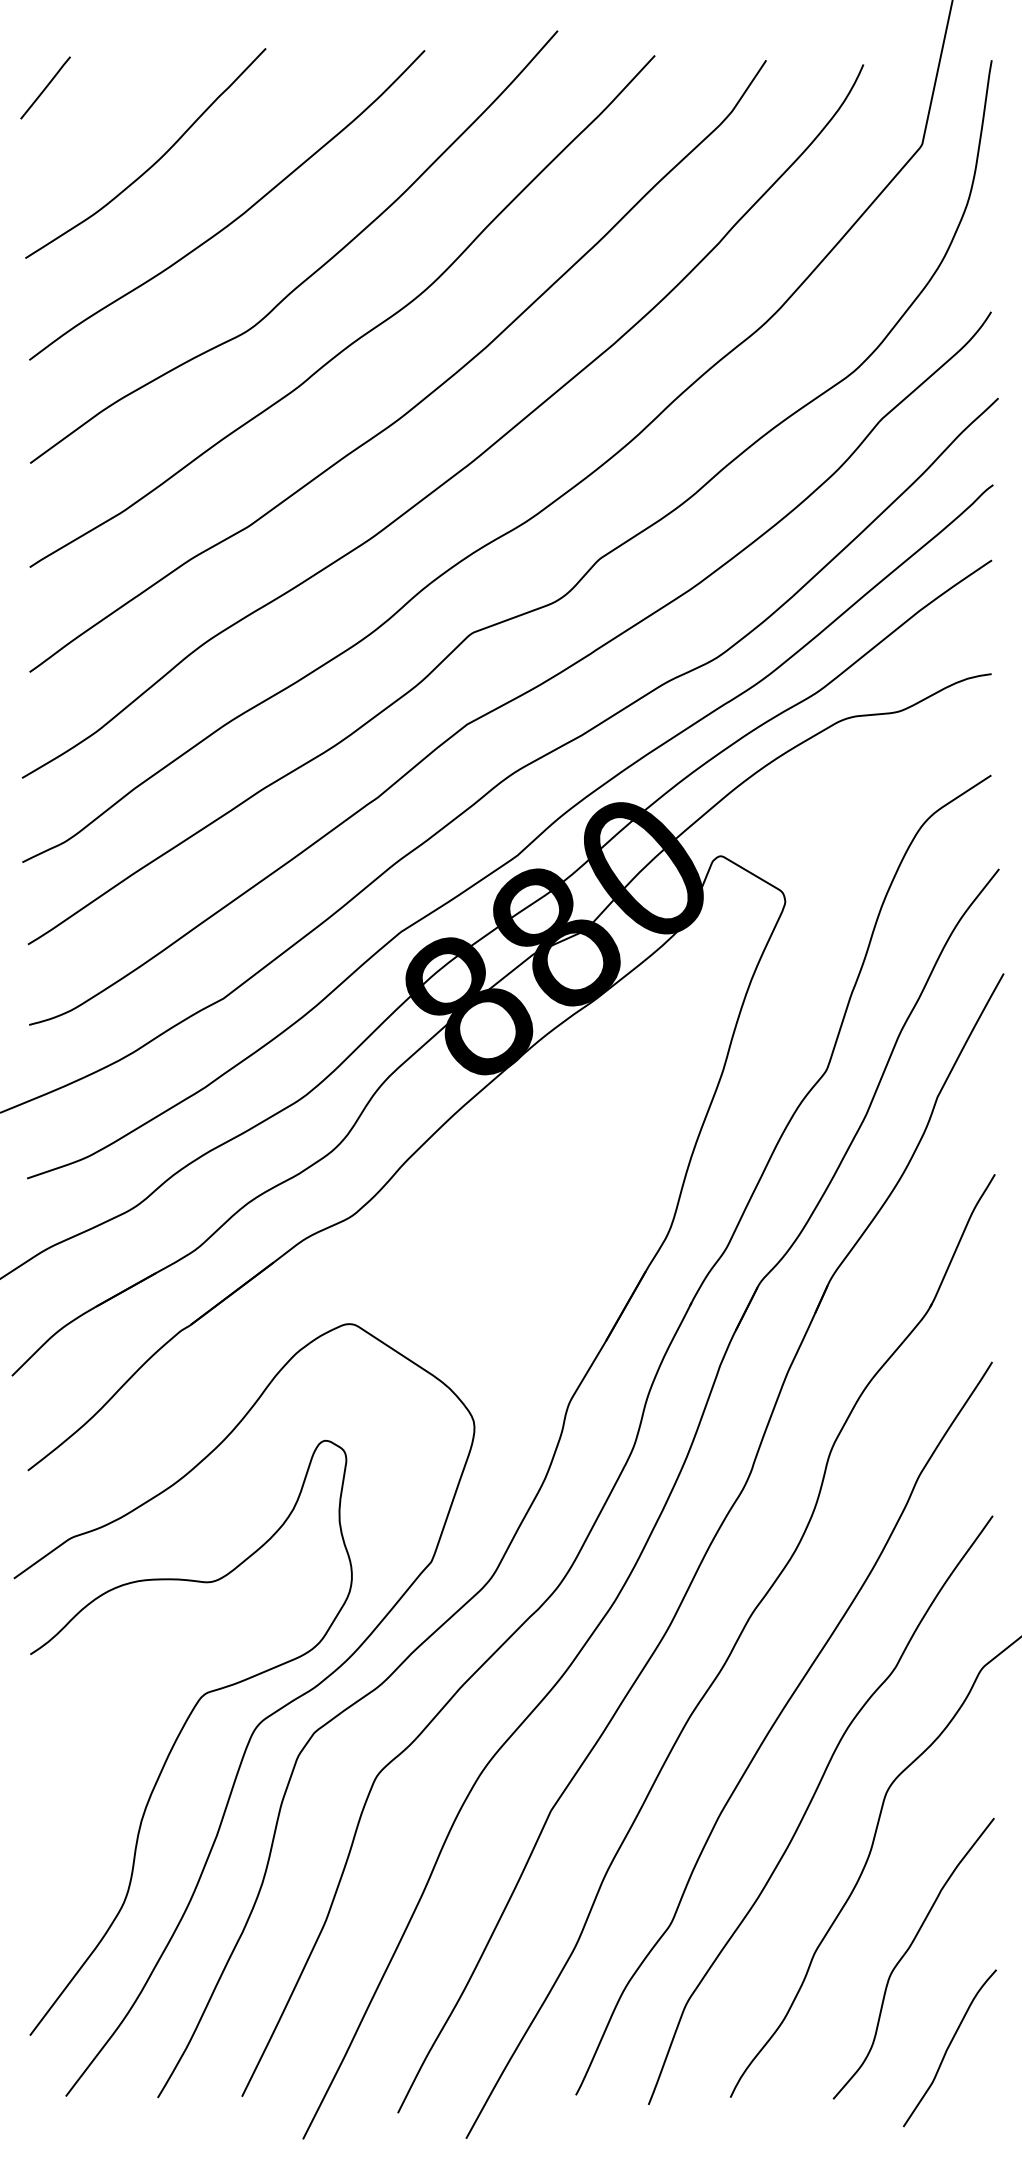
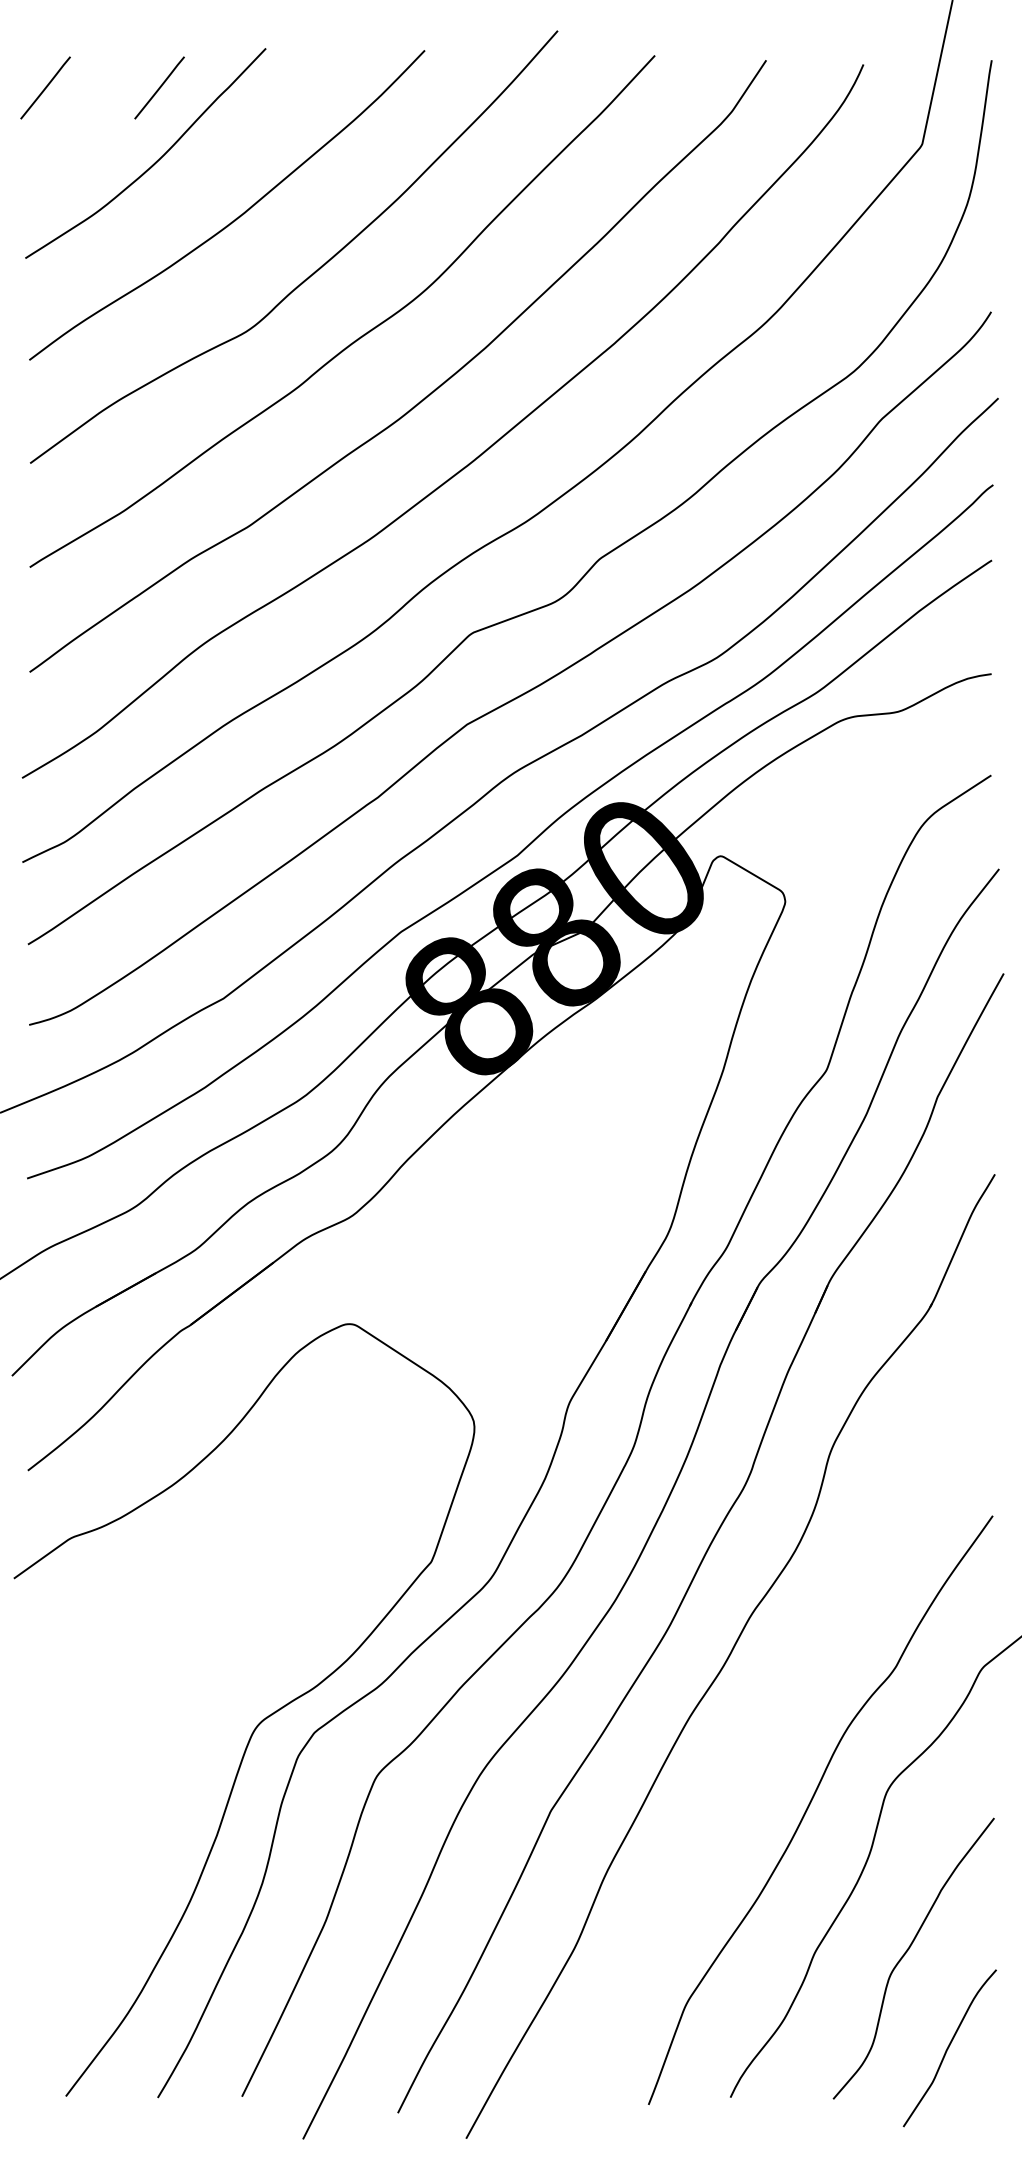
line at (159, 87): none -> present
curve at (775, 1723): present -> none
curve at (181, 1732): present -> none
